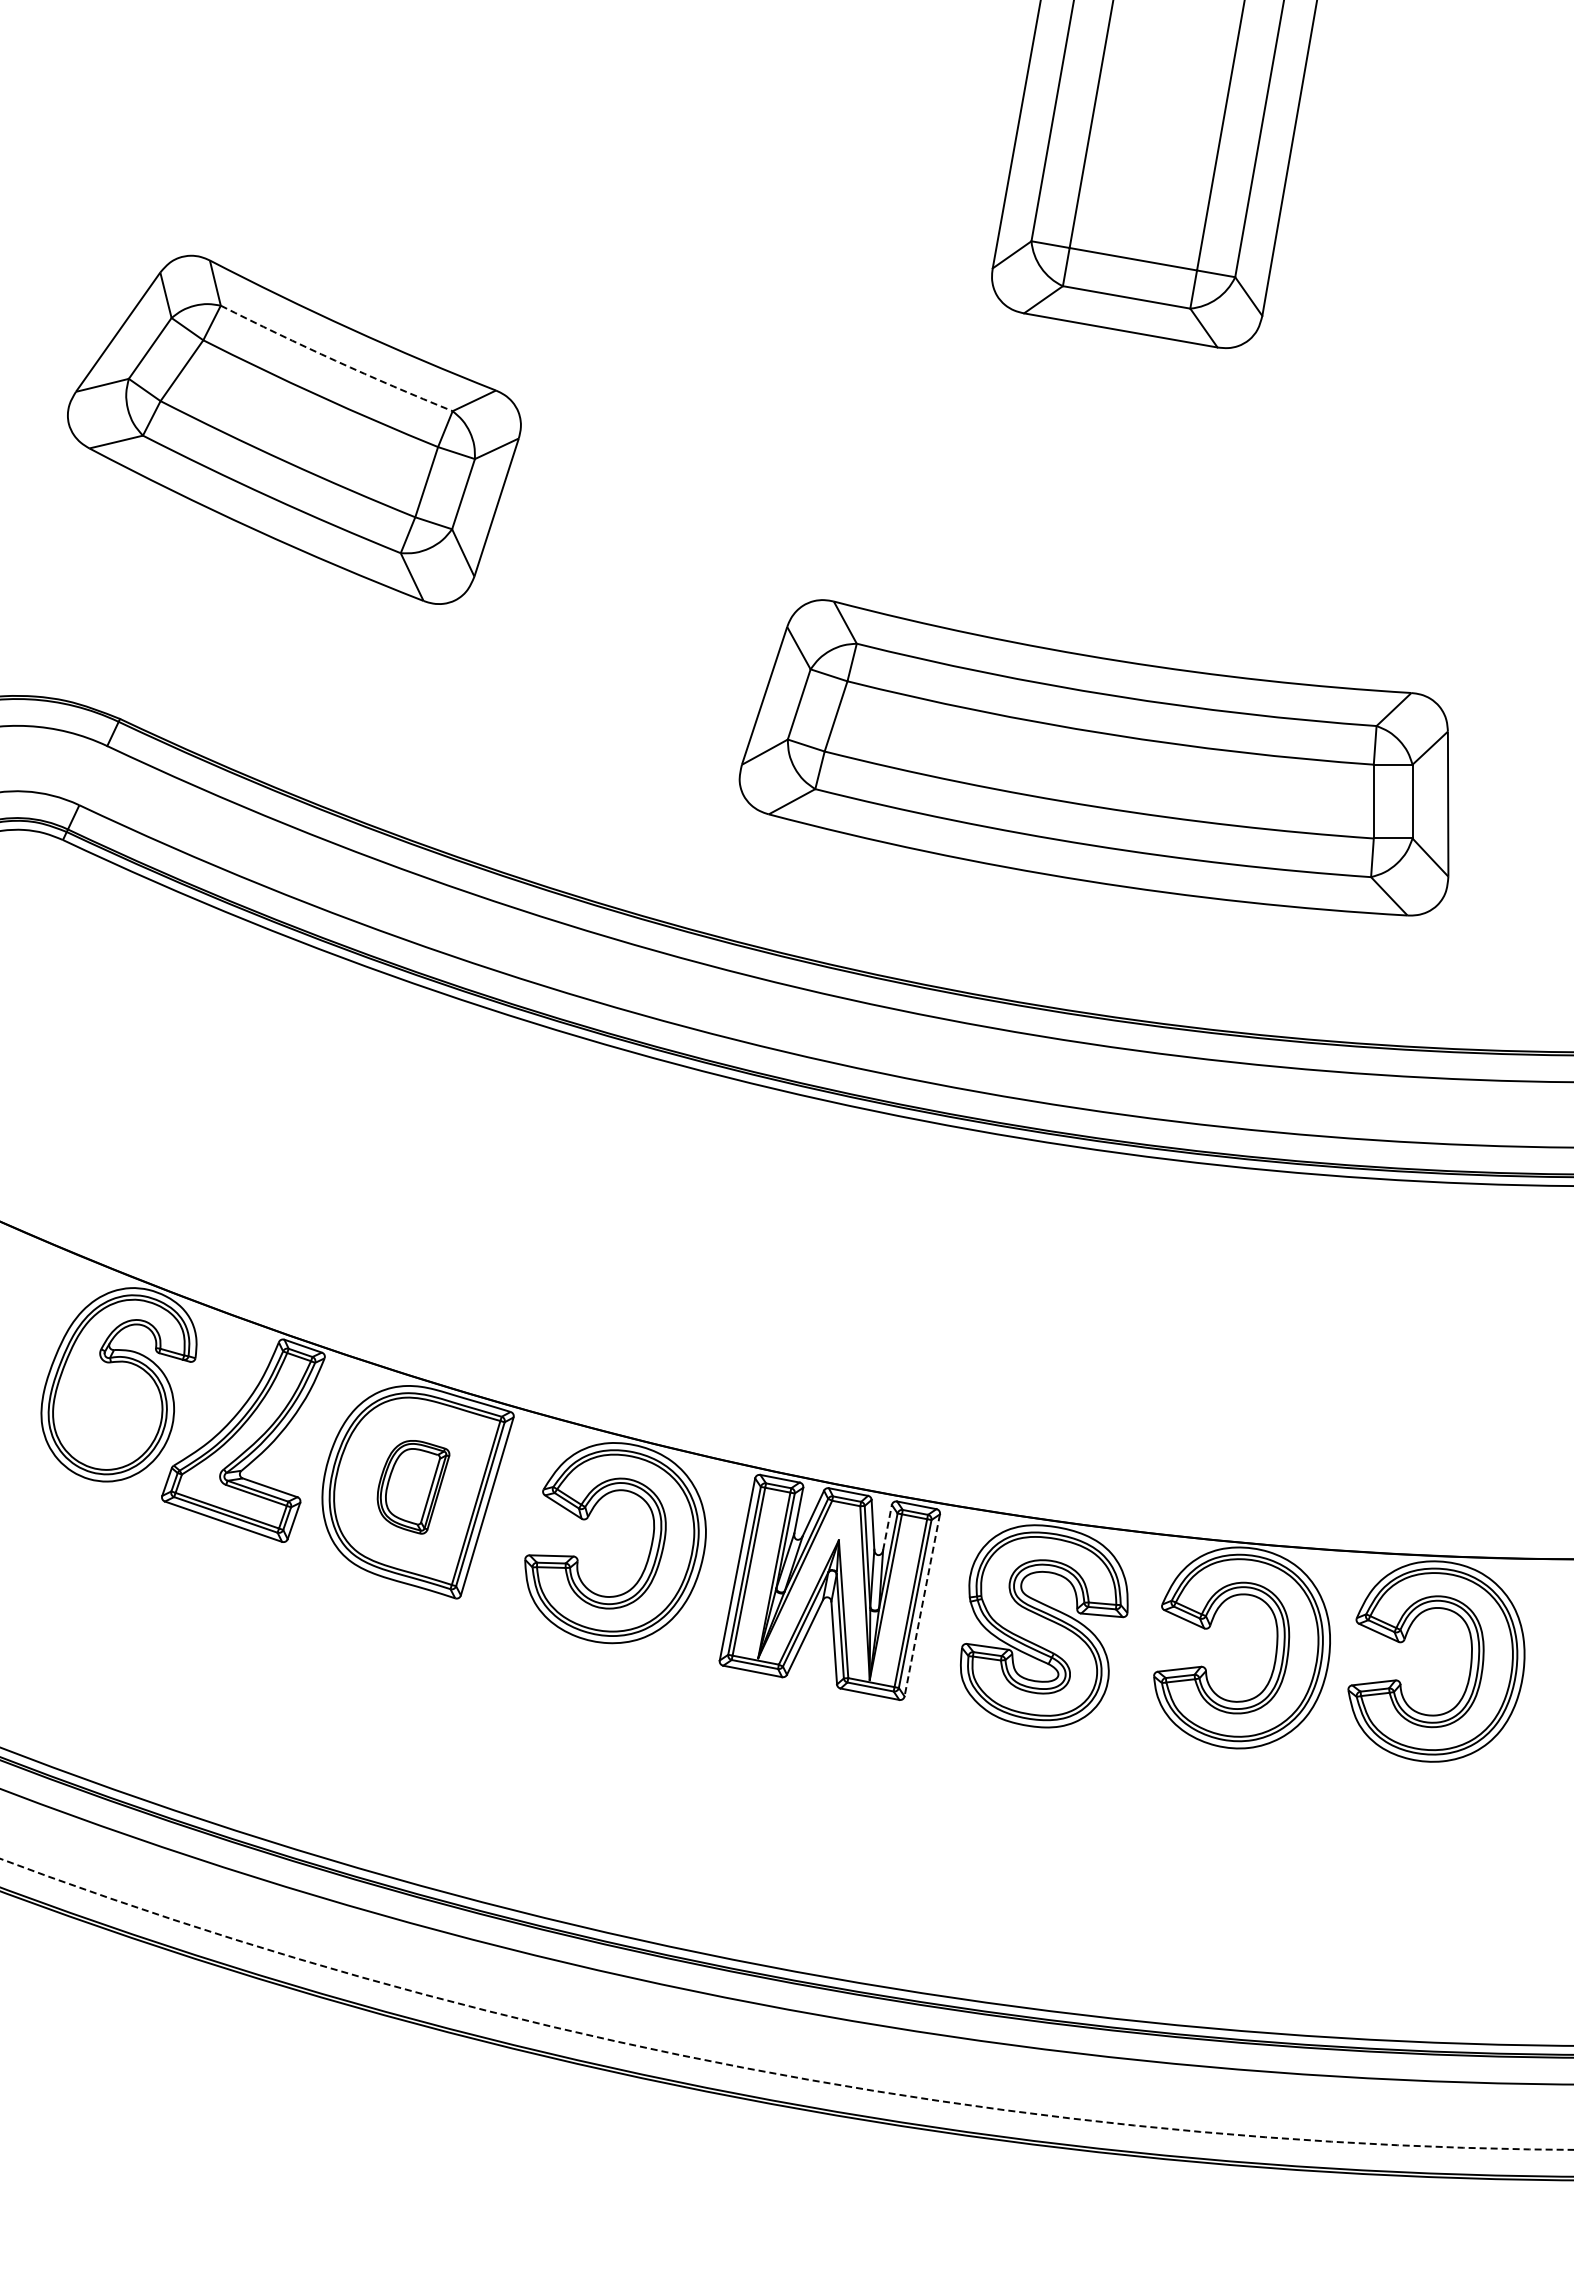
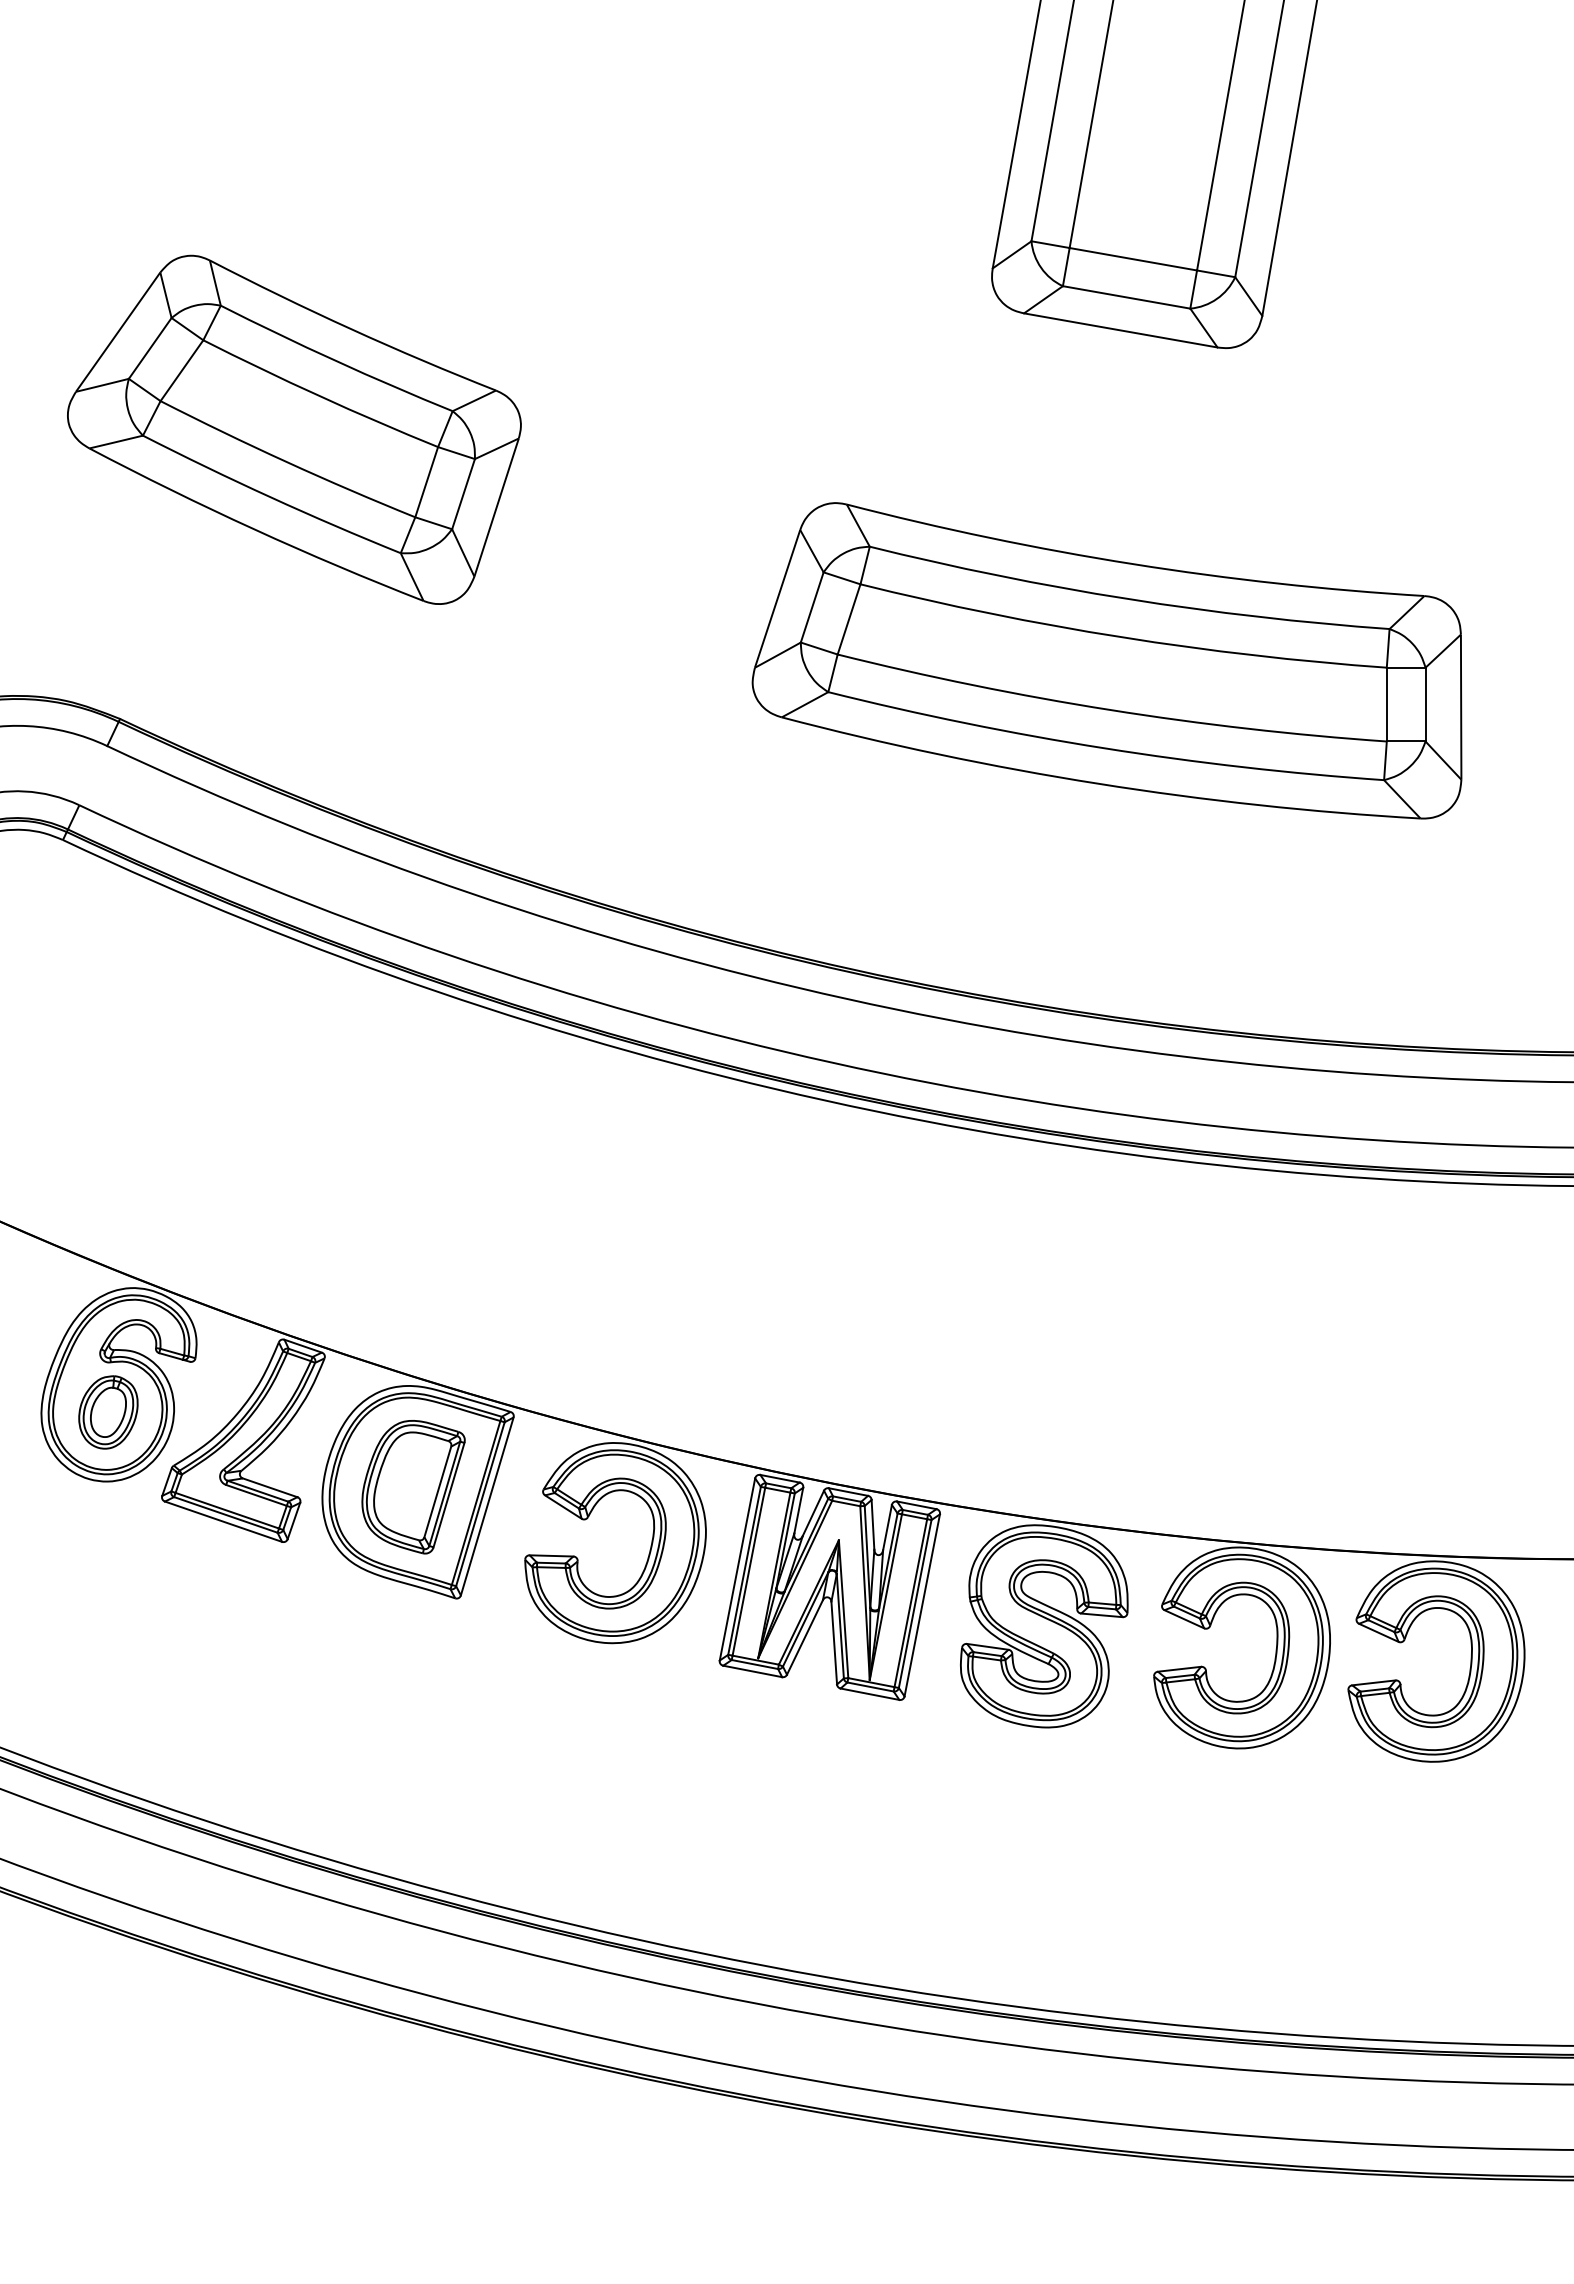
arc at (335, 360): dashed -> solid
part at (1093, 757) position: (1093, 757) -> (1106, 660)
part at (108, 1412): none -> present
part at (413, 1487) size: 75x95 px -> 105x135 px
line at (887, 1527): dashed -> solid
line at (922, 1605): dashed -> solid
arc at (774, 2073): dashed -> solid
